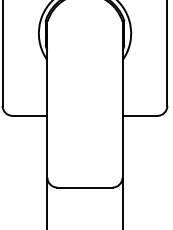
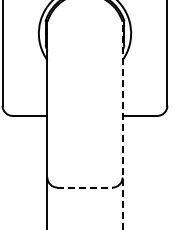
line at (122, 125): solid -> dashed
line at (84, 187): solid -> dashed
